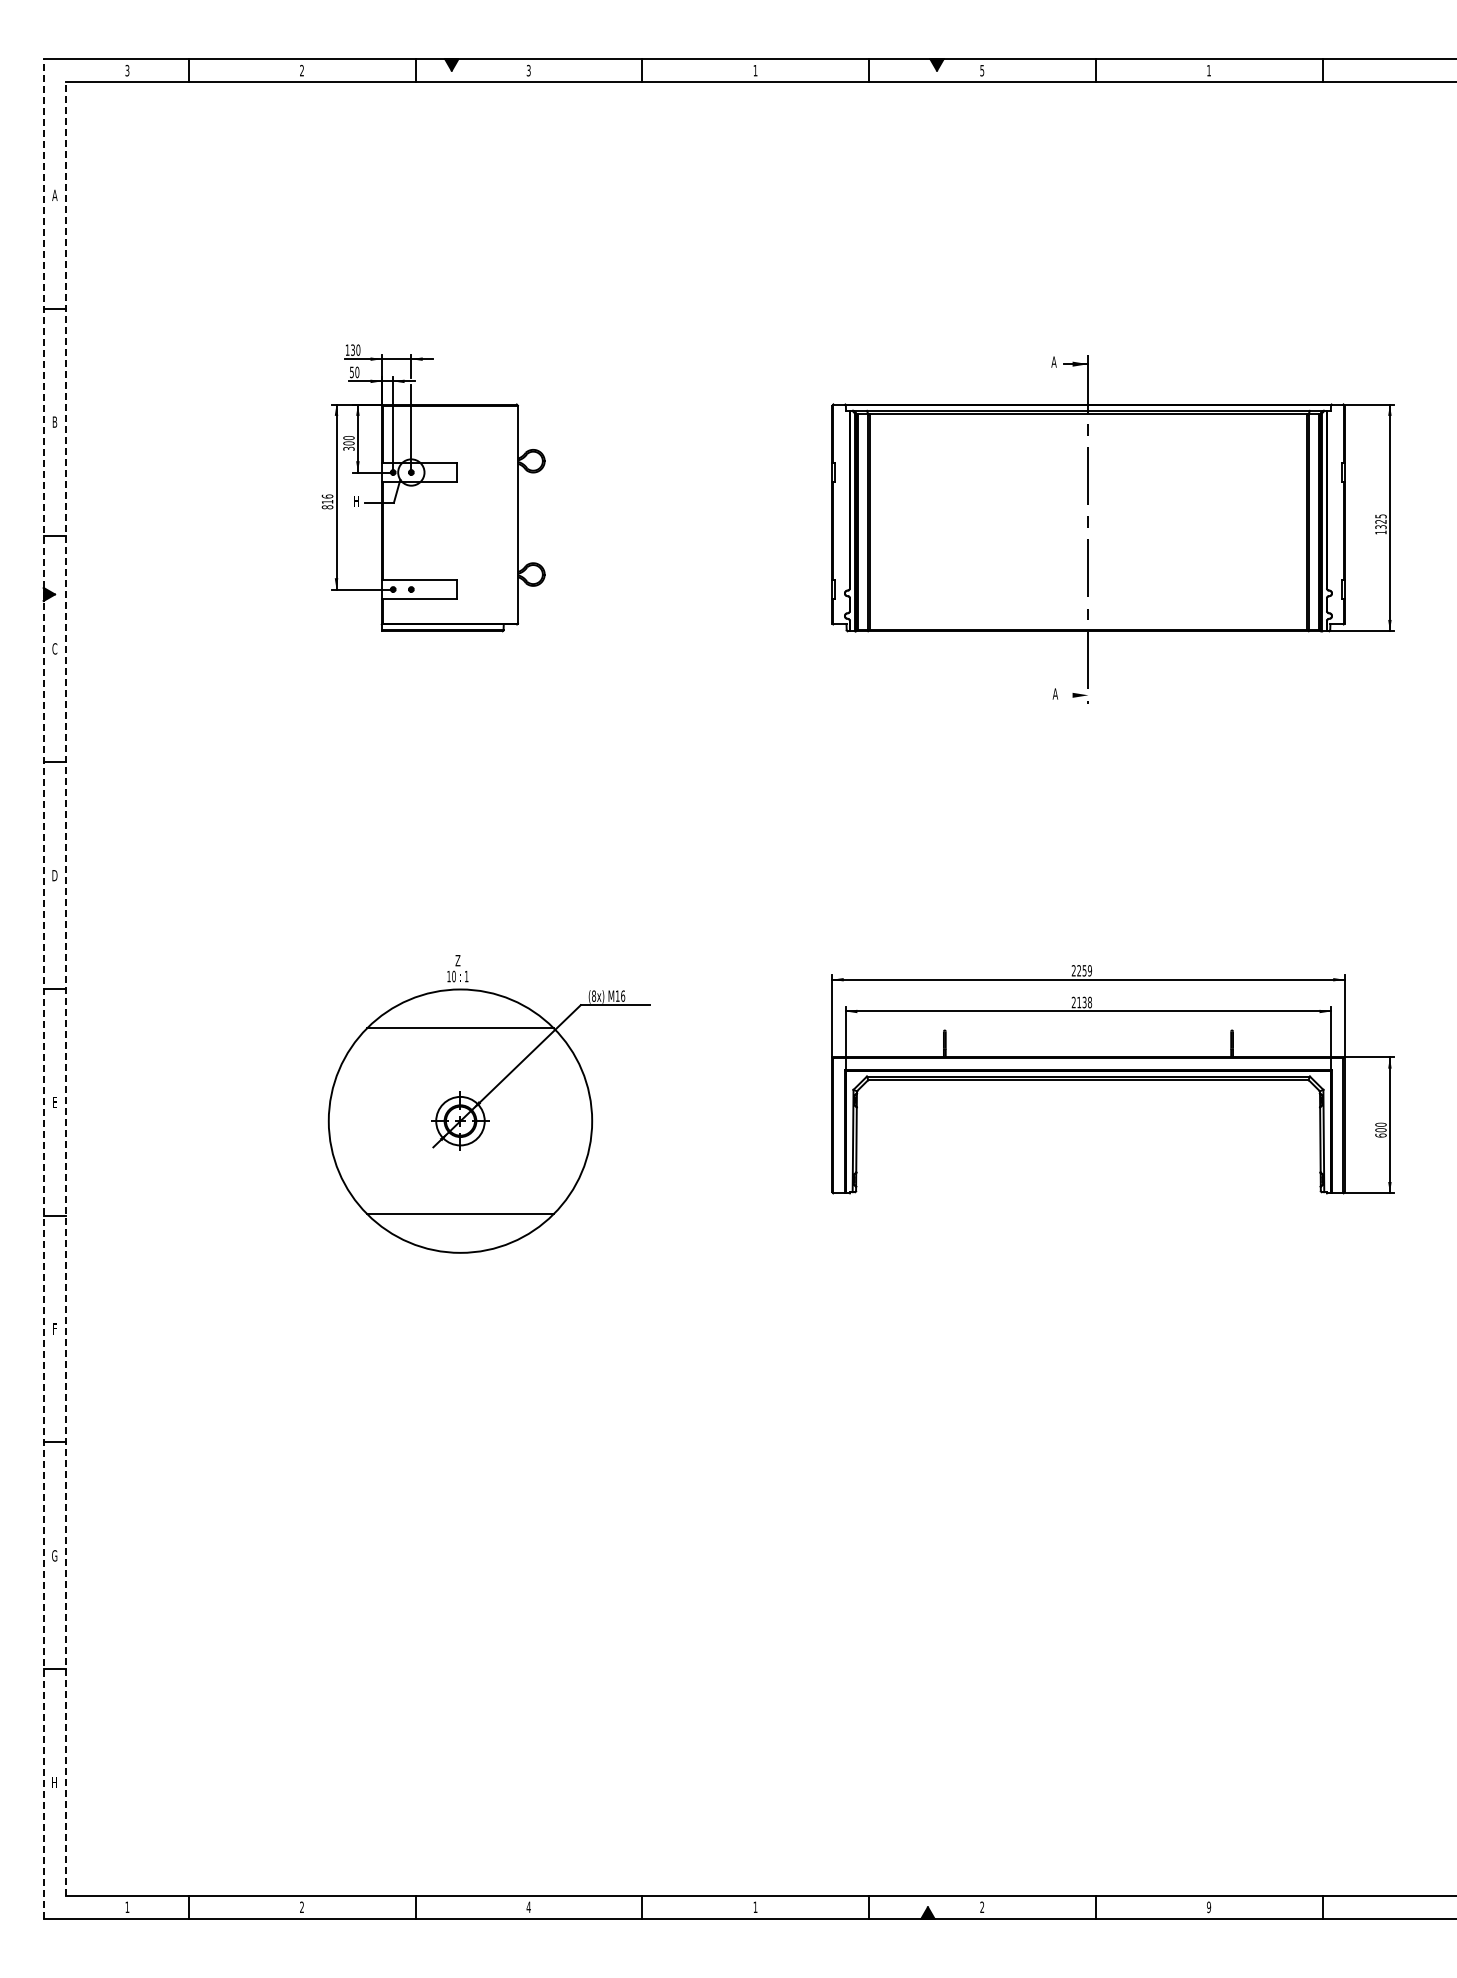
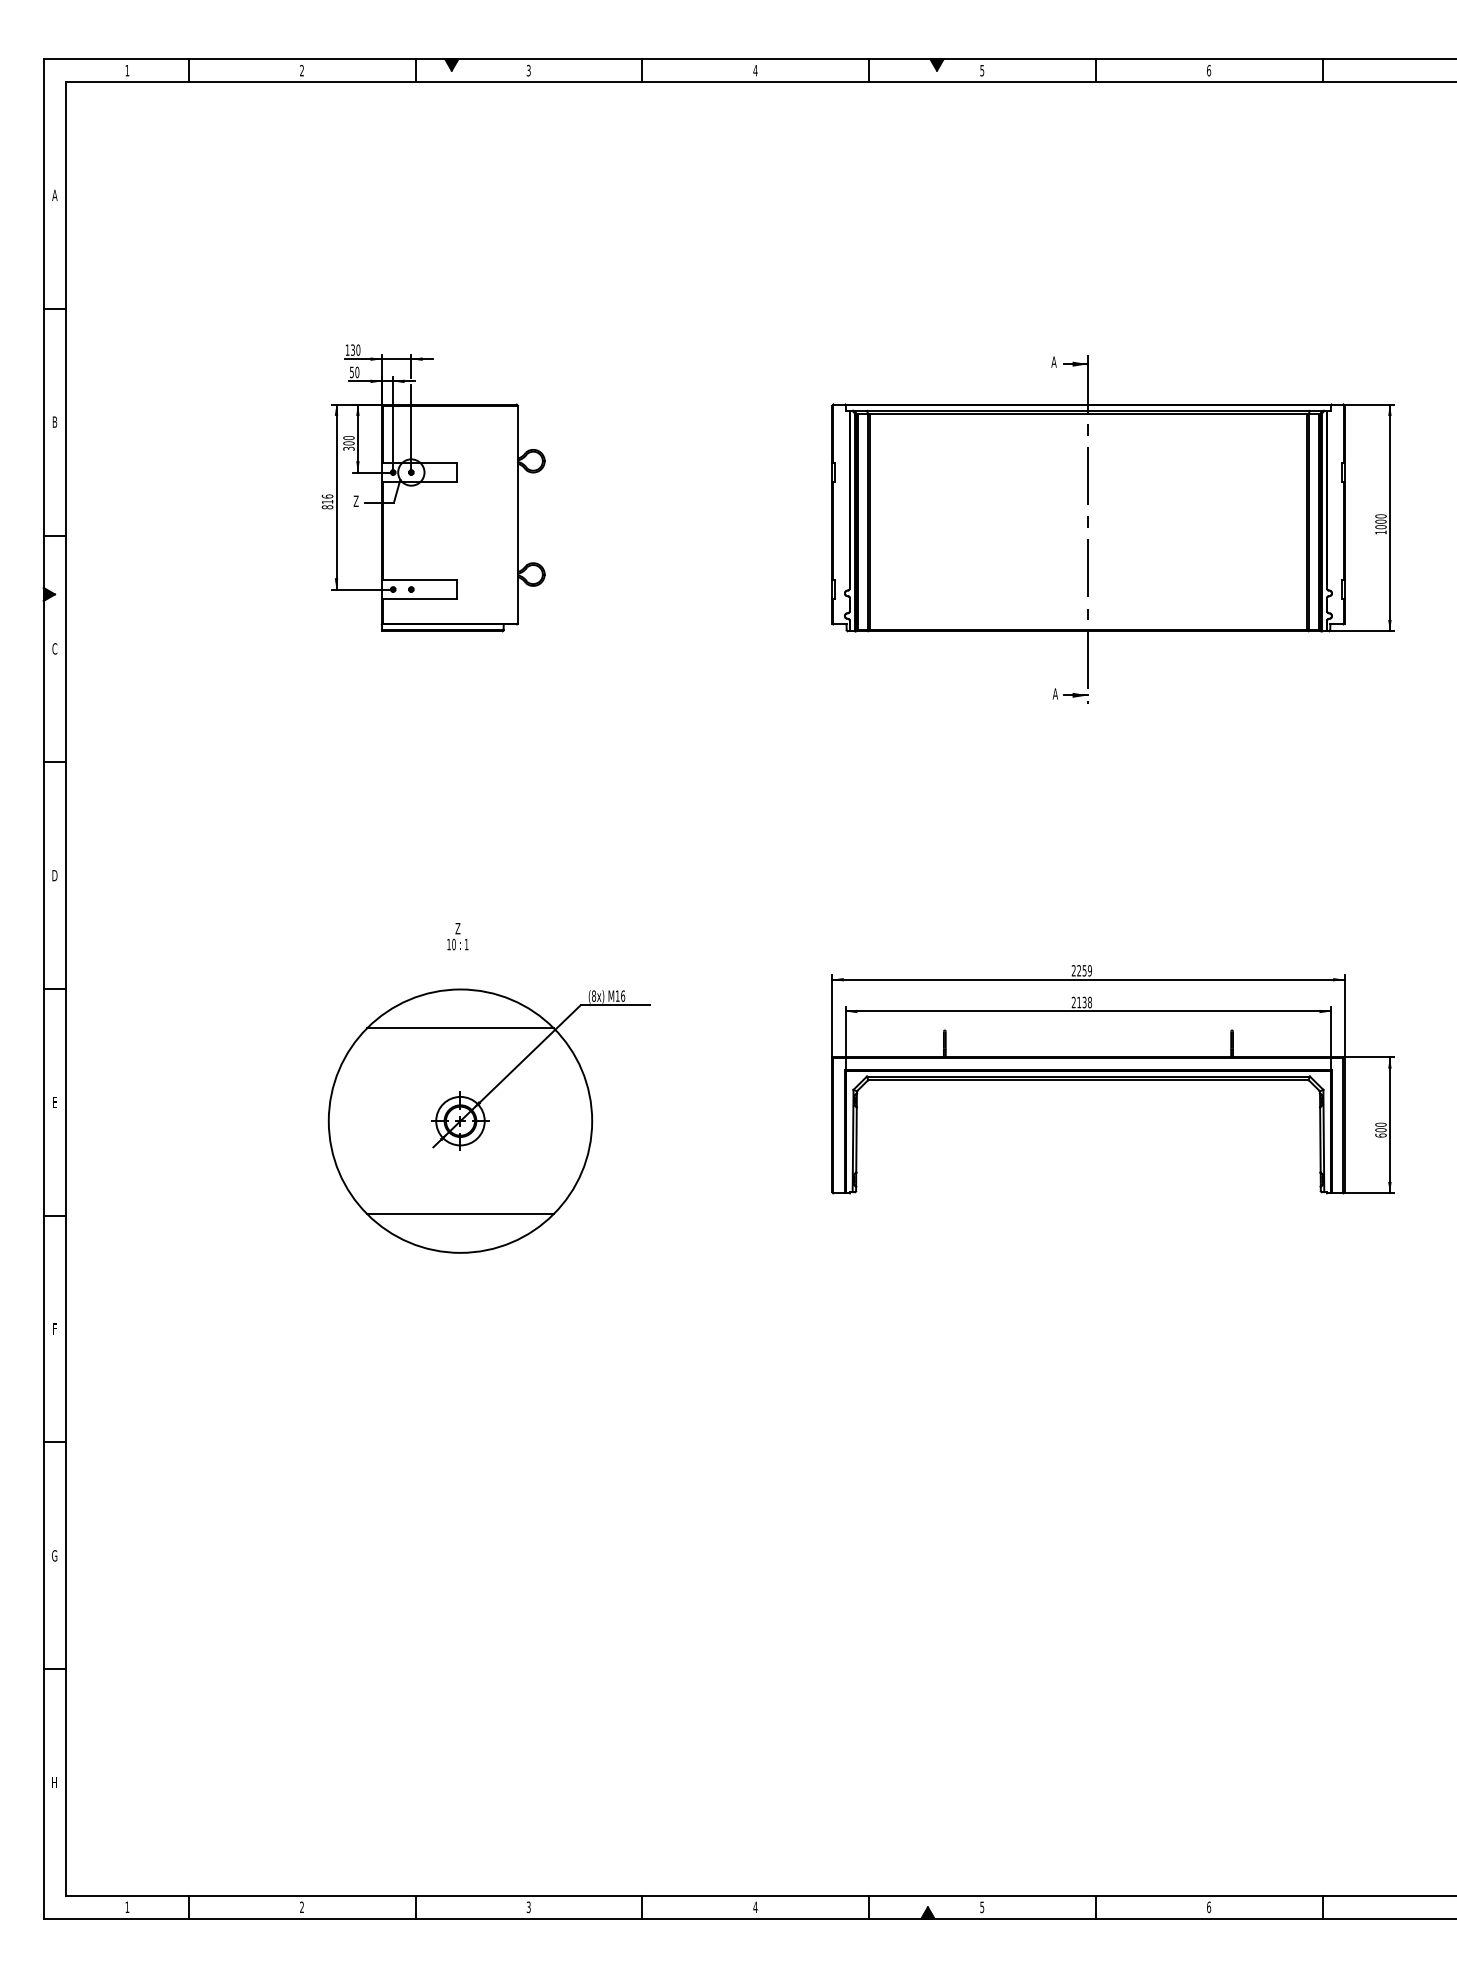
text at (127, 70): 3 -> 1
text at (755, 70): 1 -> 4
text at (1209, 70): 1 -> 6
text at (355, 500): H -> Z
text at (1380, 521): 1325 -> 1000
line at (1076, 695): none -> present
text at (457, 968) position: (457, 968) -> (457, 936)
line at (43, 989): dashed -> solid
line at (66, 989): dashed -> solid
text at (755, 1906): 1 -> 4
text at (528, 1907): 4 -> 3
text at (982, 1907): 2 -> 5
text at (1209, 1907): 9 -> 6
